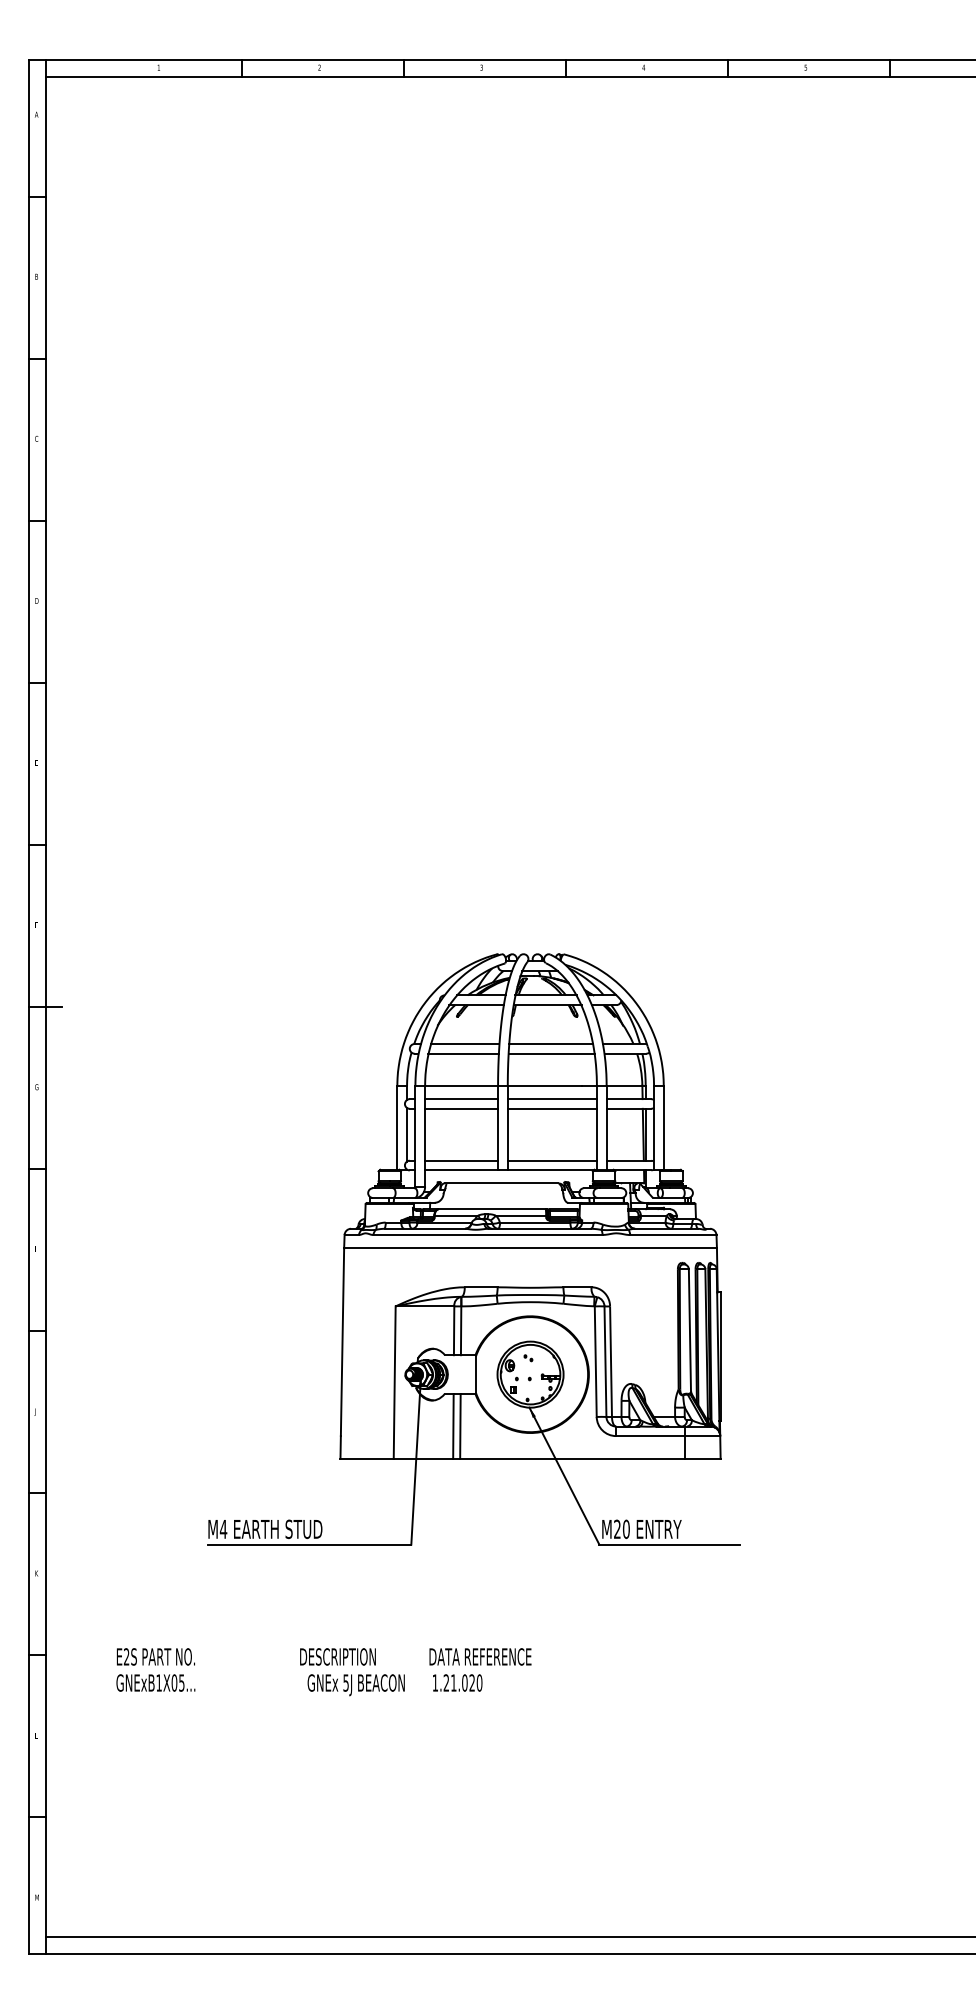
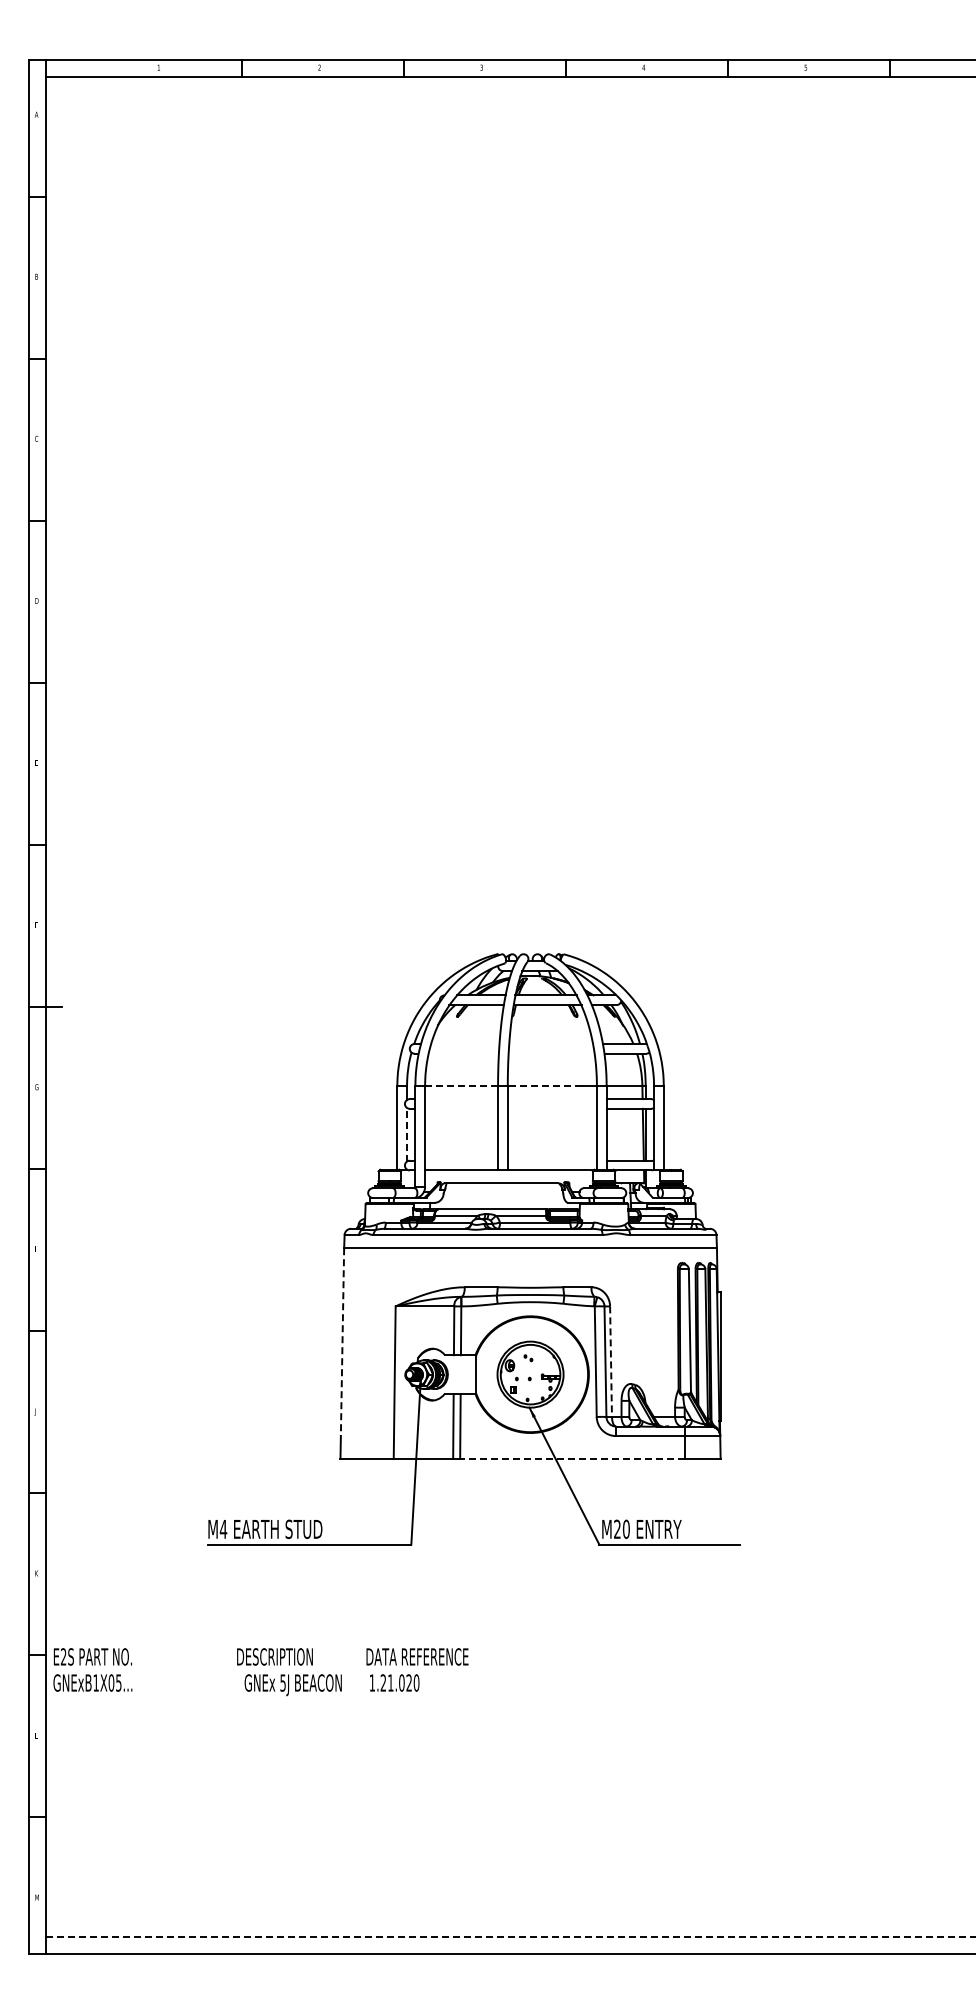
line at (464, 1044): present -> none
line at (551, 1044): present -> none
line at (463, 1053): present -> none
line at (551, 1053): present -> none
line at (461, 1085): solid -> dashed
line at (544, 1085): solid -> dashed
line at (461, 1099): present -> none
line at (551, 1099): present -> none
line at (461, 1108): present -> none
line at (552, 1108): present -> none
line at (407, 1134): solid -> dashed
line at (461, 1160): present -> none
line at (551, 1160): present -> none
line at (342, 1342): solid -> dashed
line at (611, 1361): solid -> dashed
line at (571, 1458): solid -> dashed
text at (323, 1672) position: (323, 1672) -> (260, 1672)
line at (510, 1937): solid -> dashed
